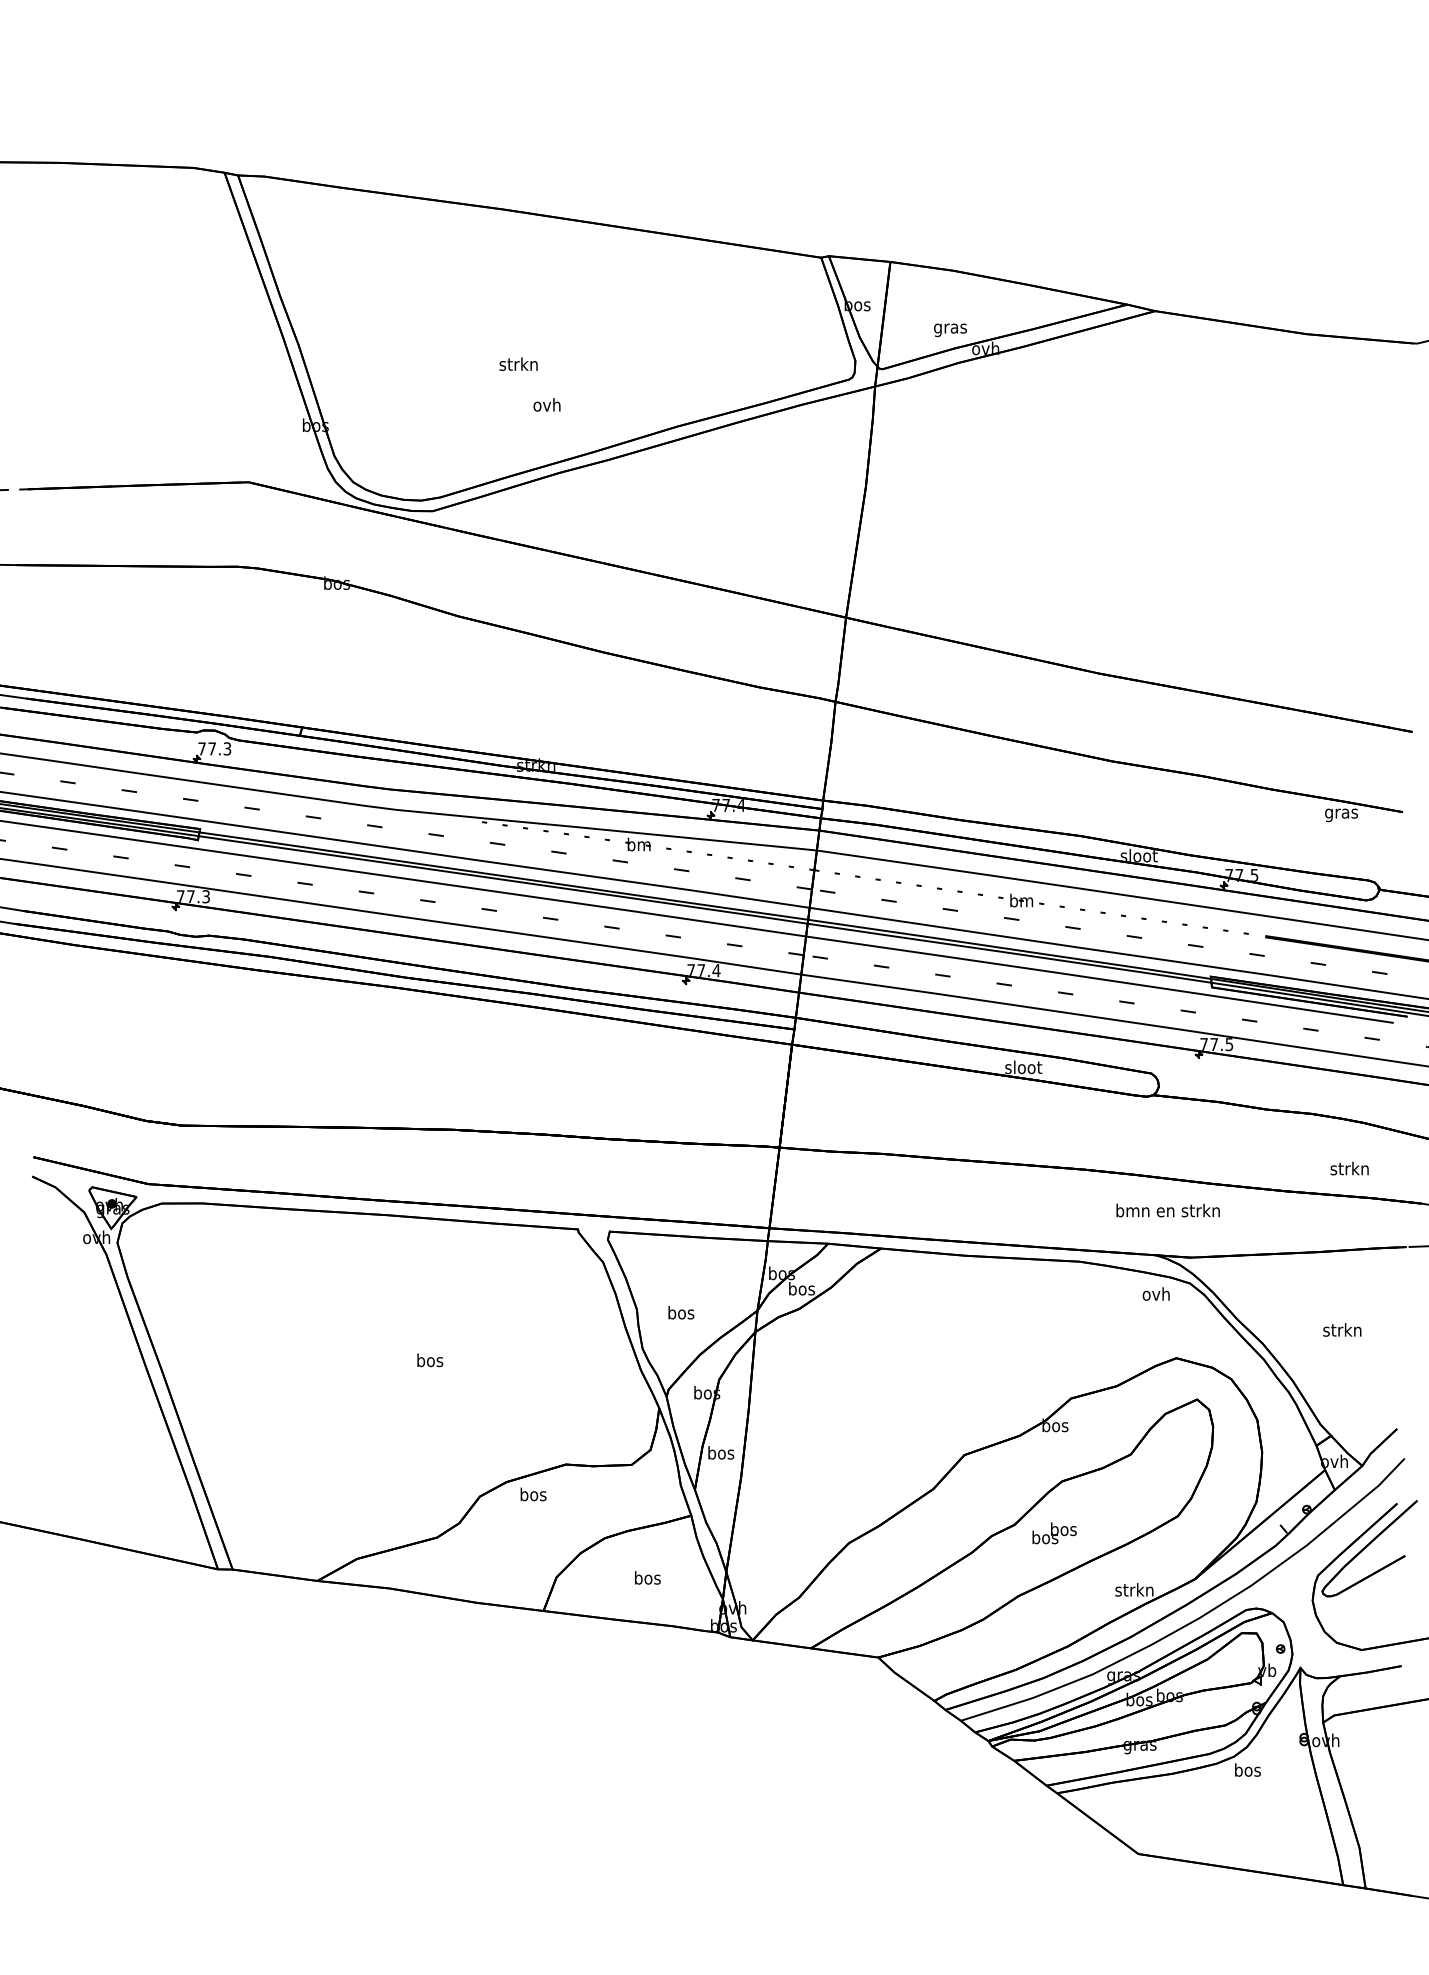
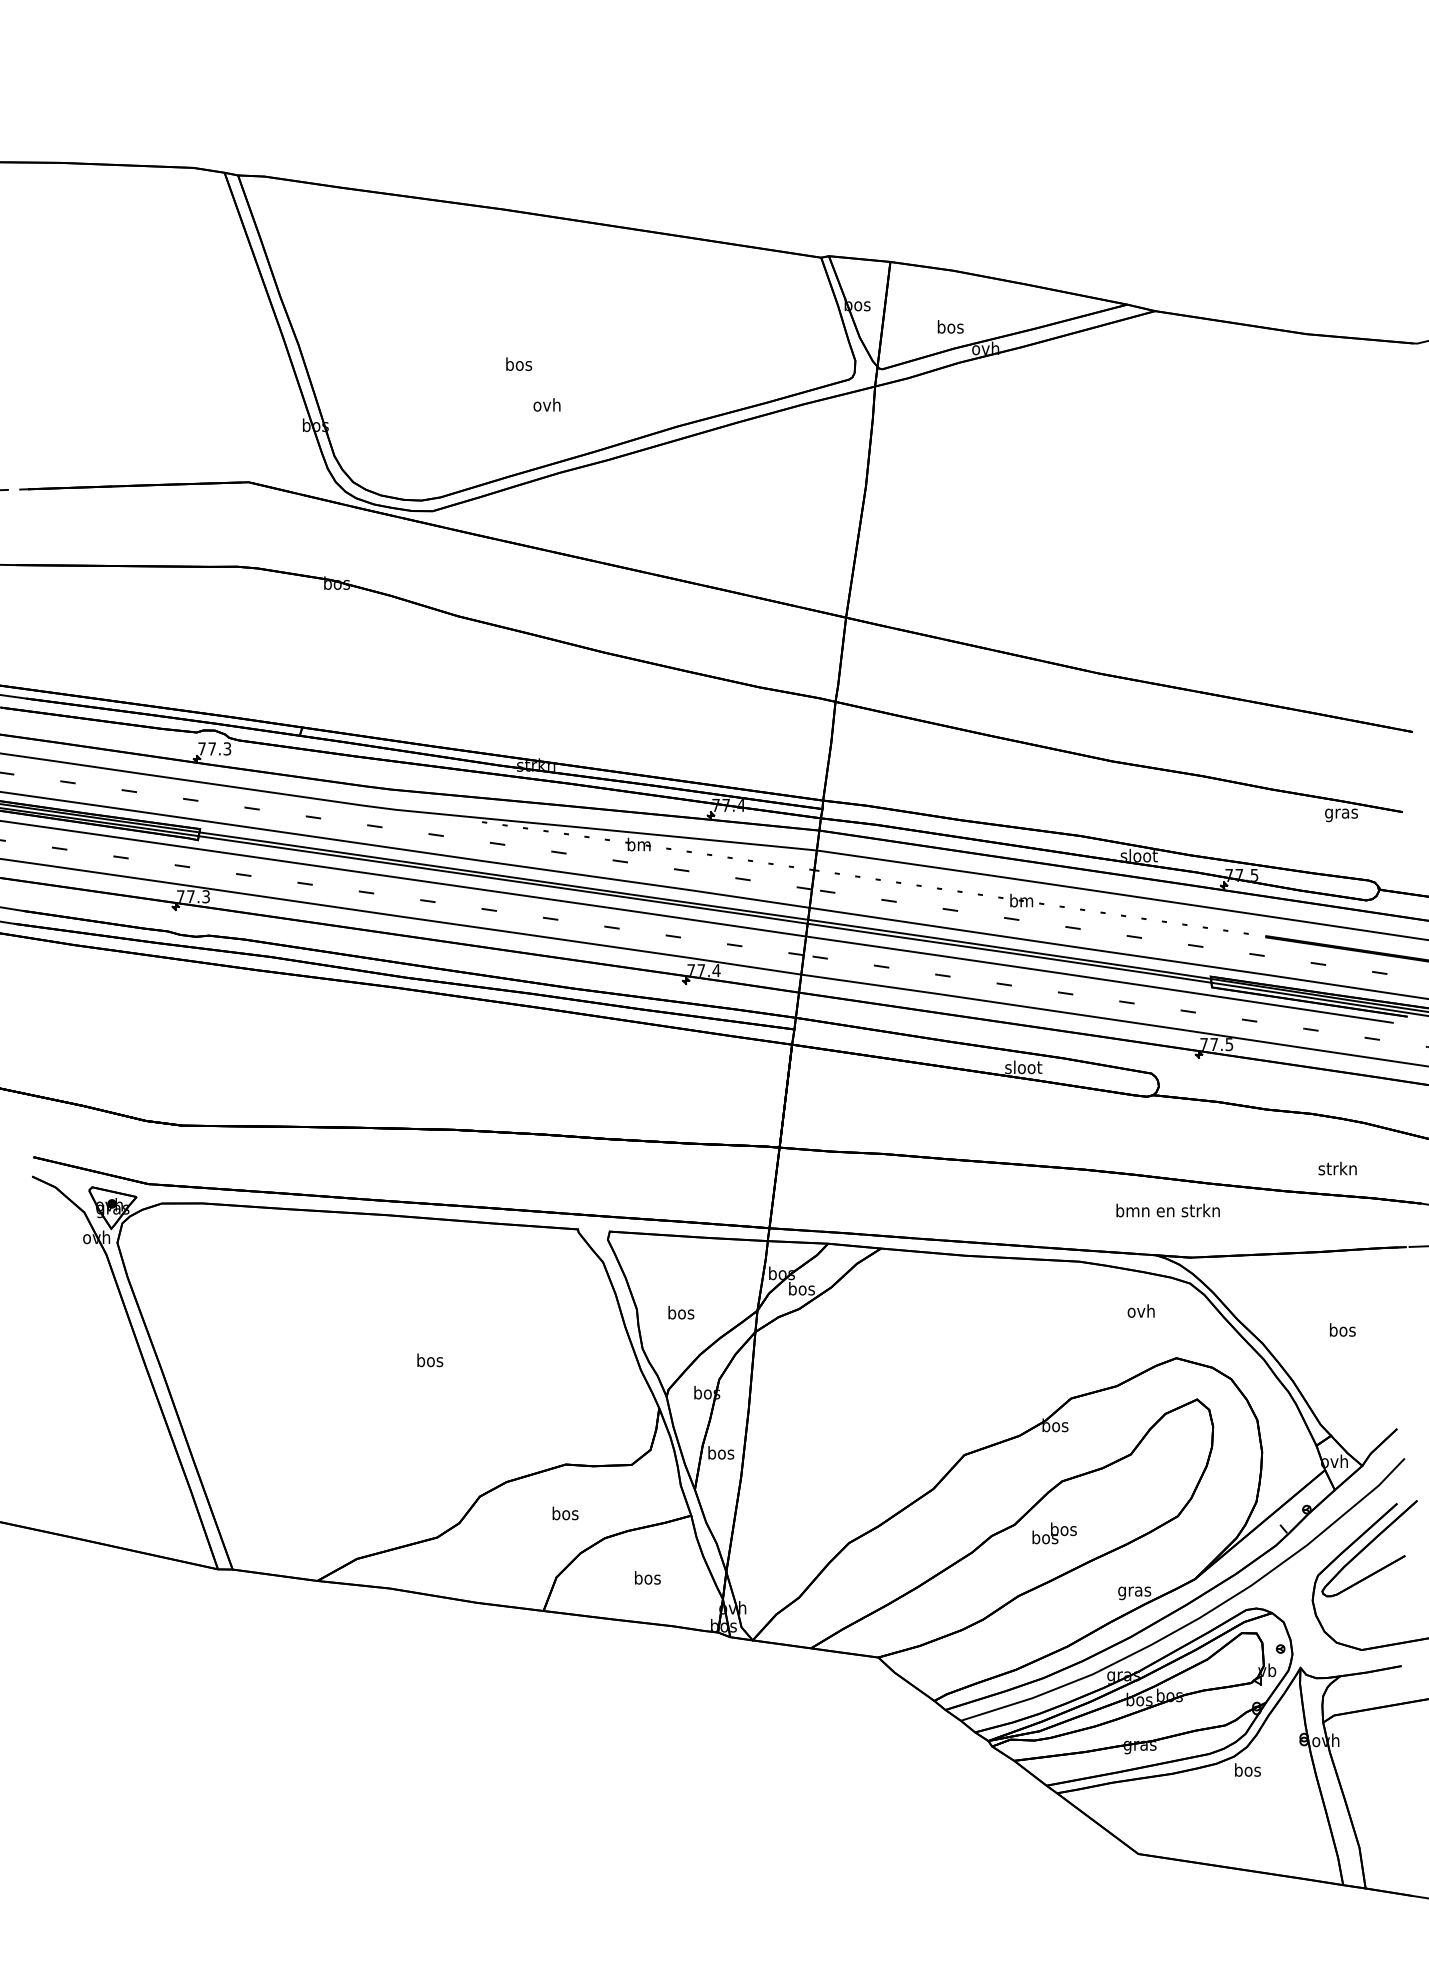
text at (950, 328): gras -> bos
text at (518, 363): strkn -> bos
text at (1349, 1168) position: (1349, 1168) -> (1337, 1168)
text at (1155, 1293) position: (1155, 1293) -> (1140, 1310)
text at (1342, 1329): strkn -> bos
text at (533, 1494) position: (533, 1494) -> (565, 1513)
text at (1134, 1591): strkn -> gras
